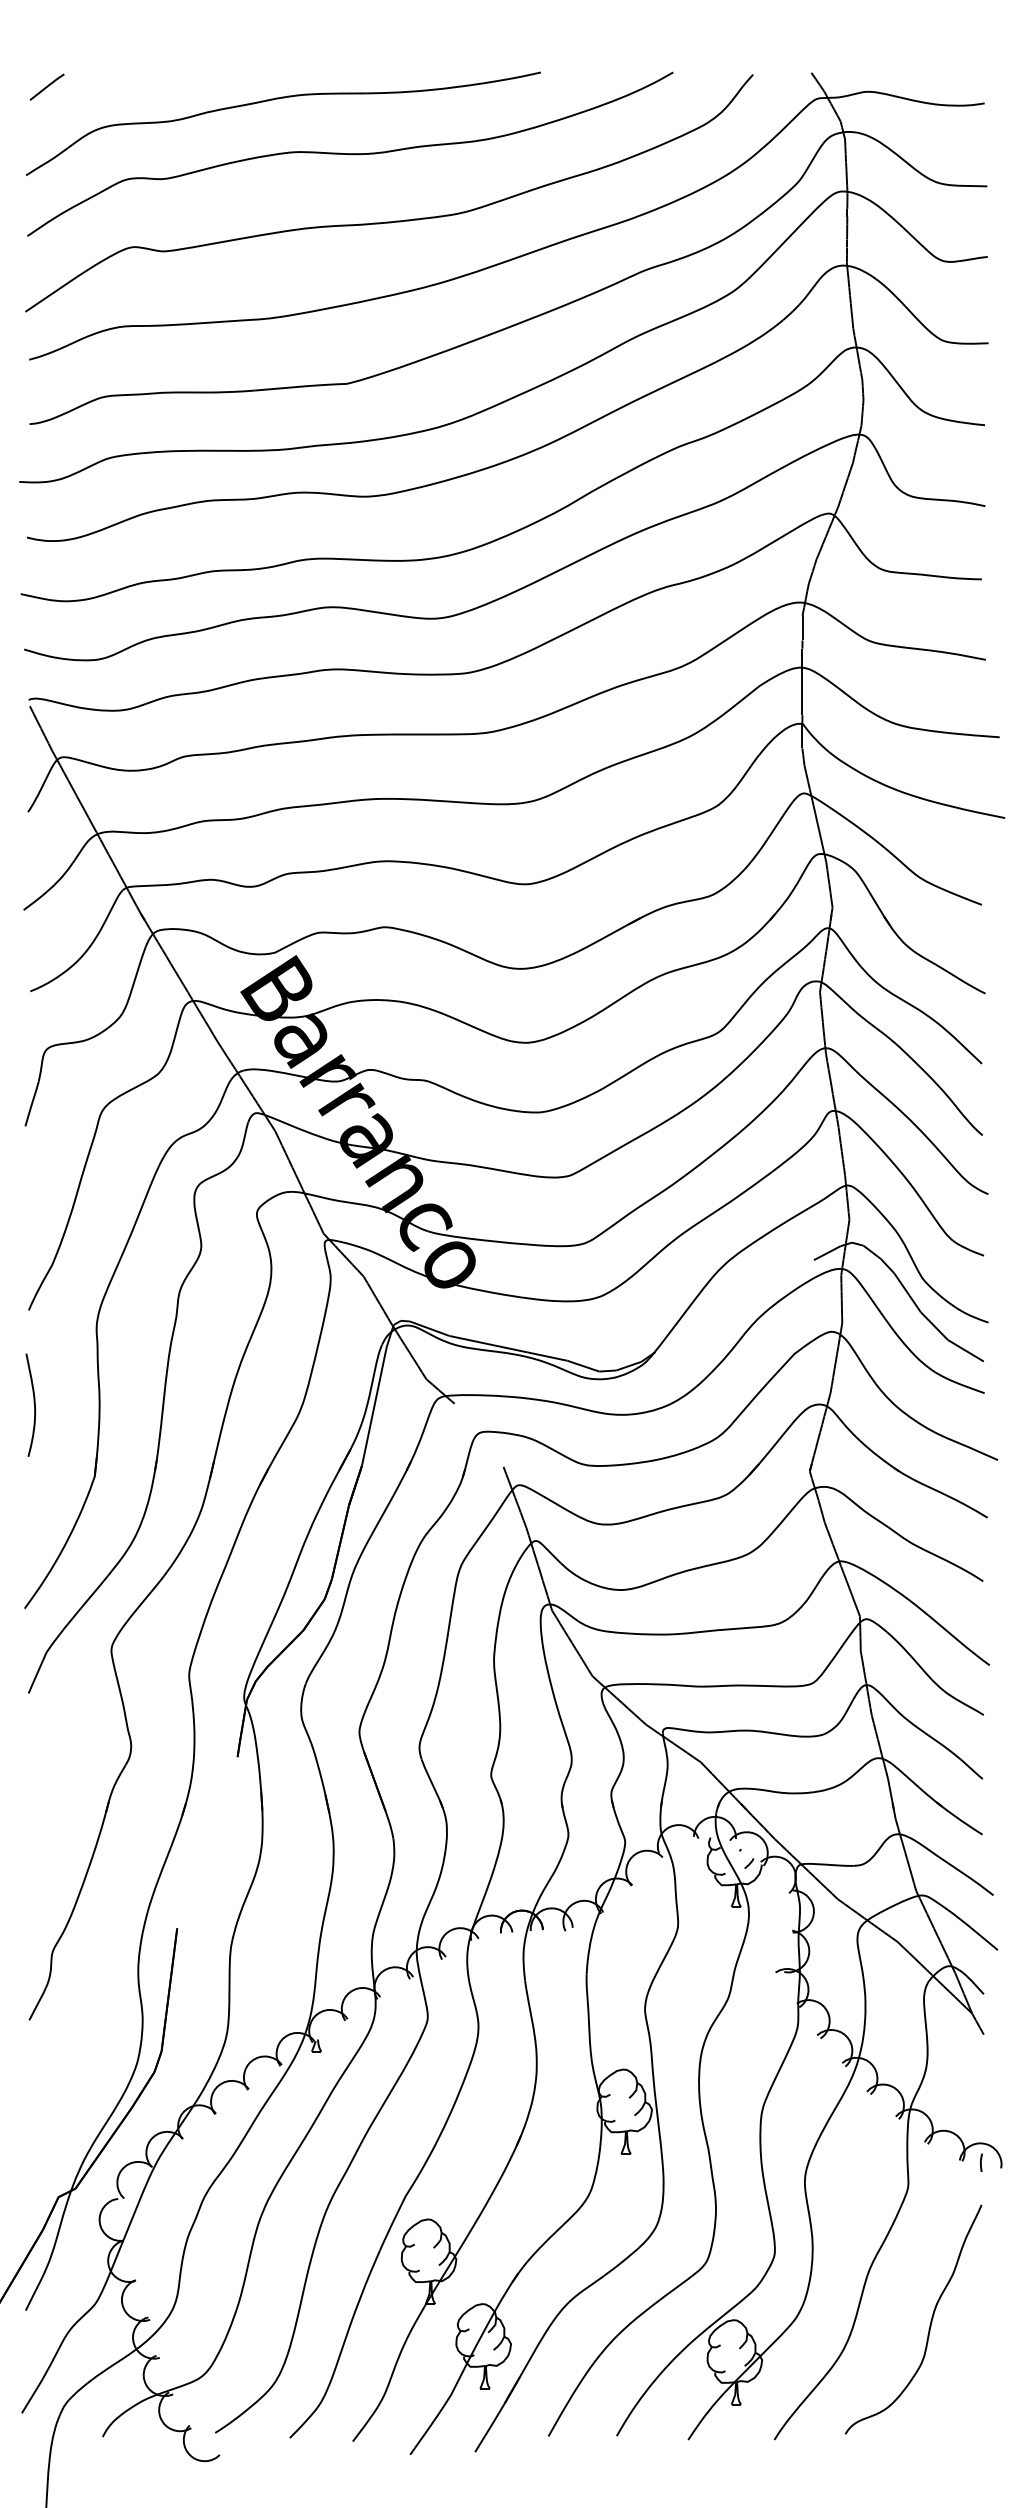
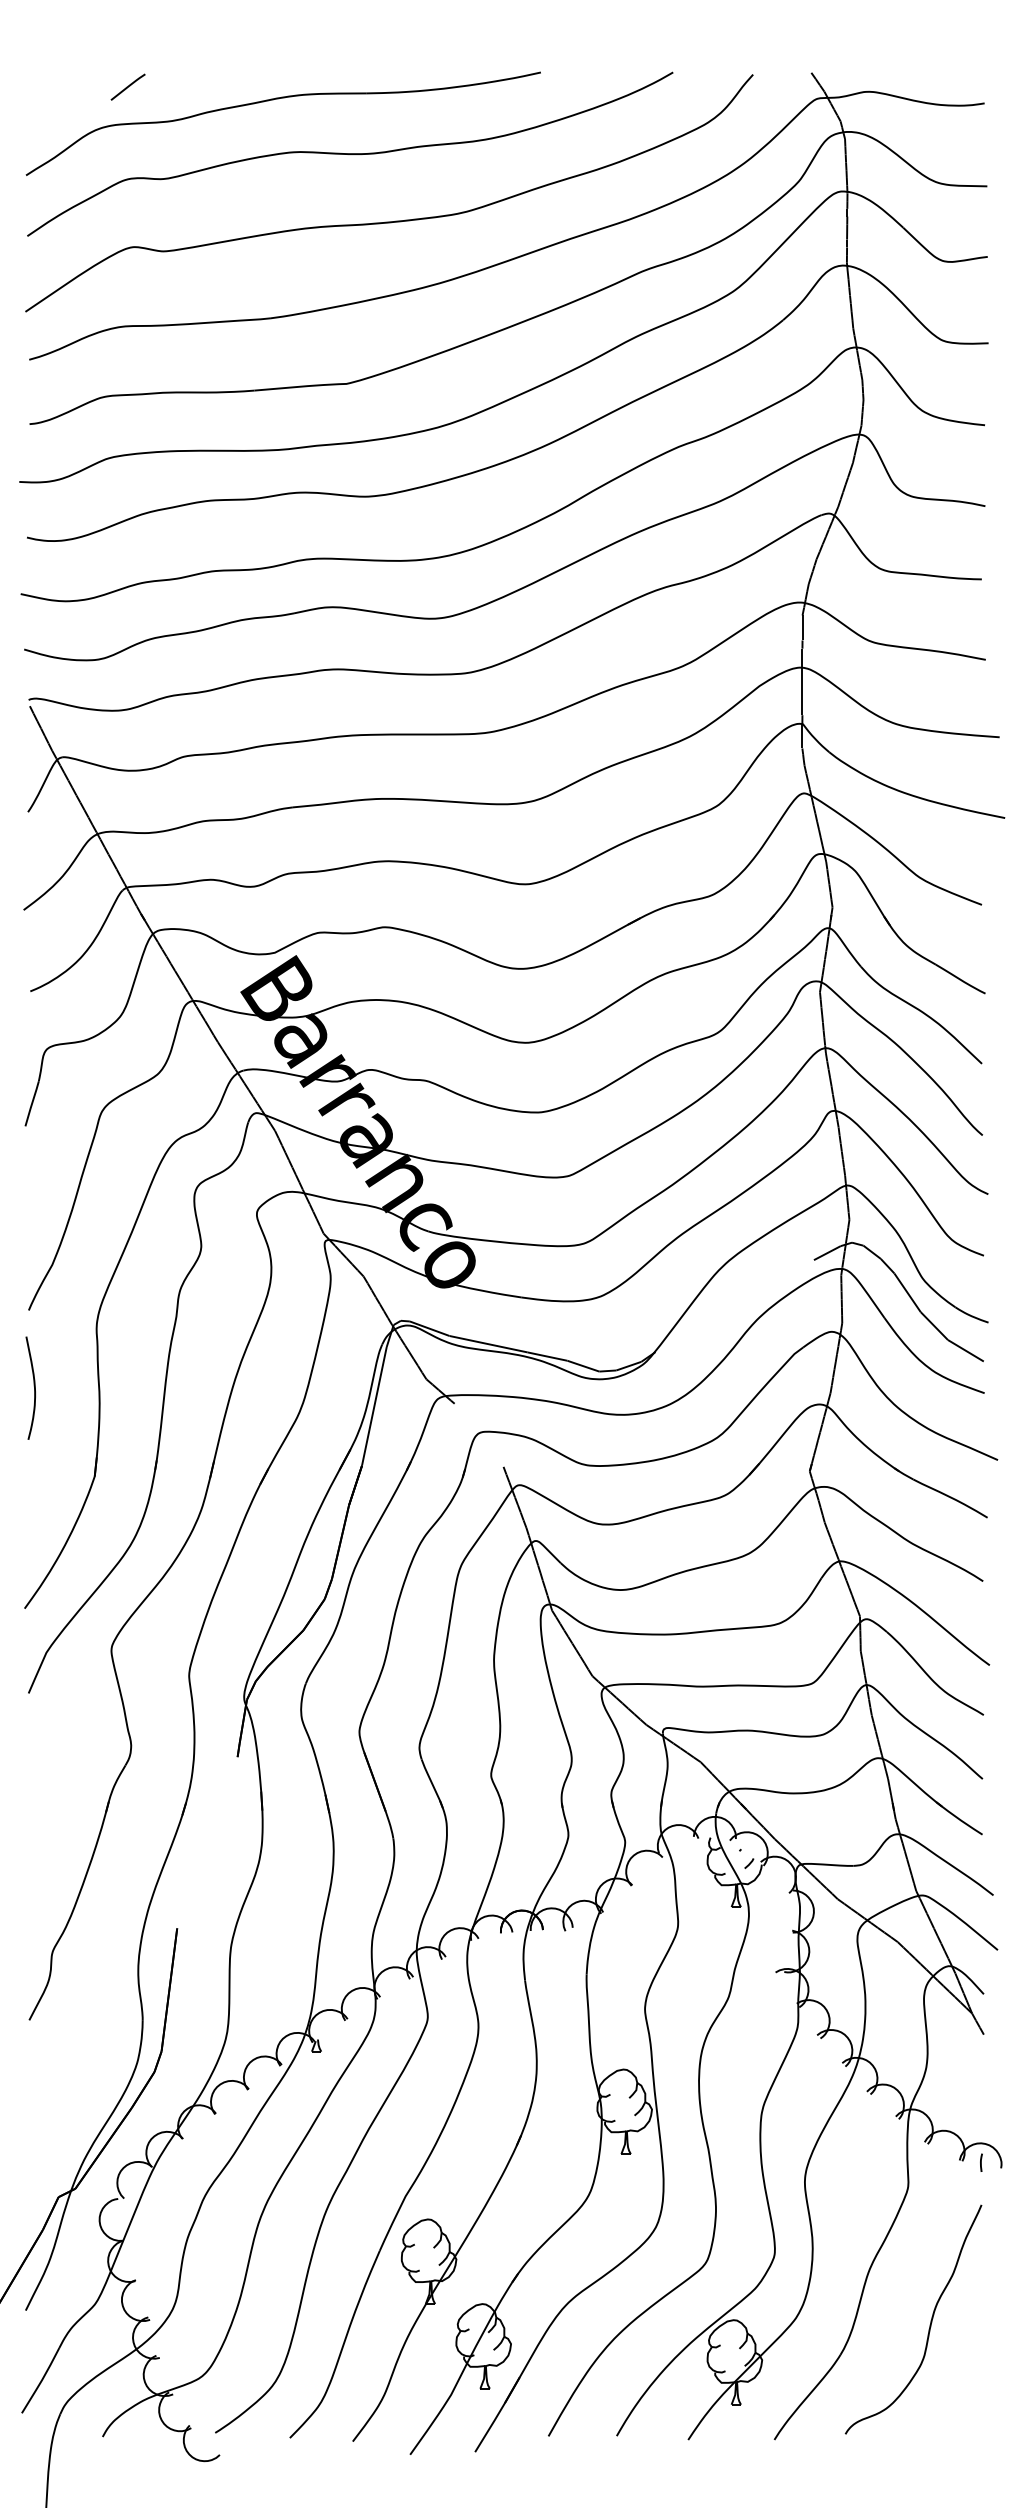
line at (46, 86) position: (46, 86) -> (127, 86)
curve at (33, 1403) position: (33, 1403) -> (33, 1386)
